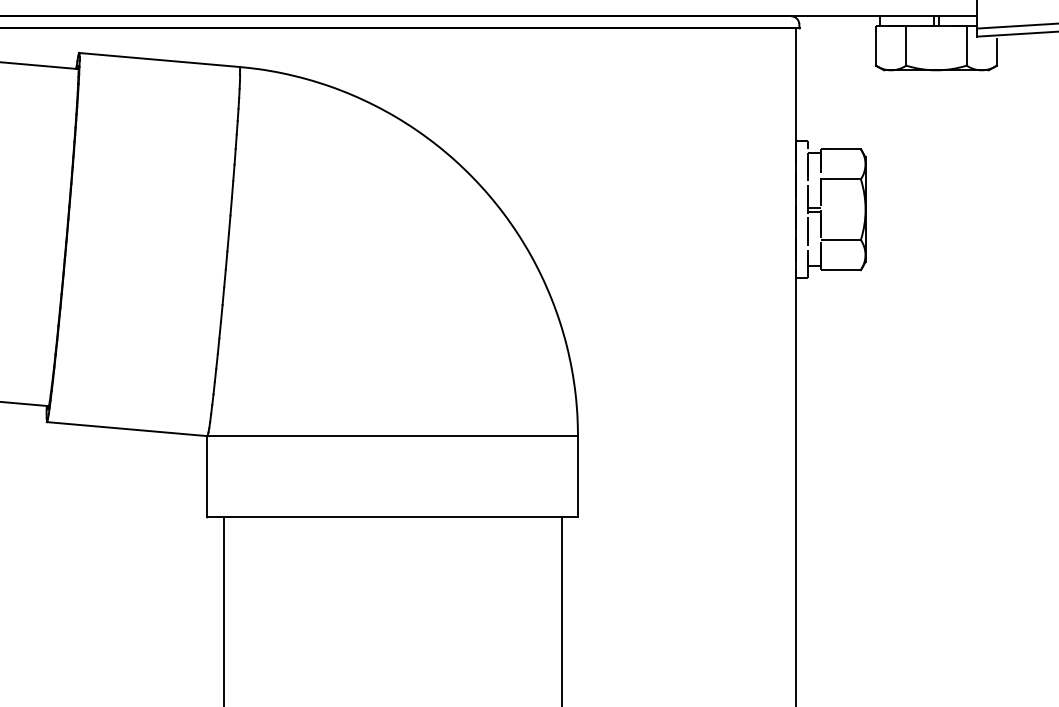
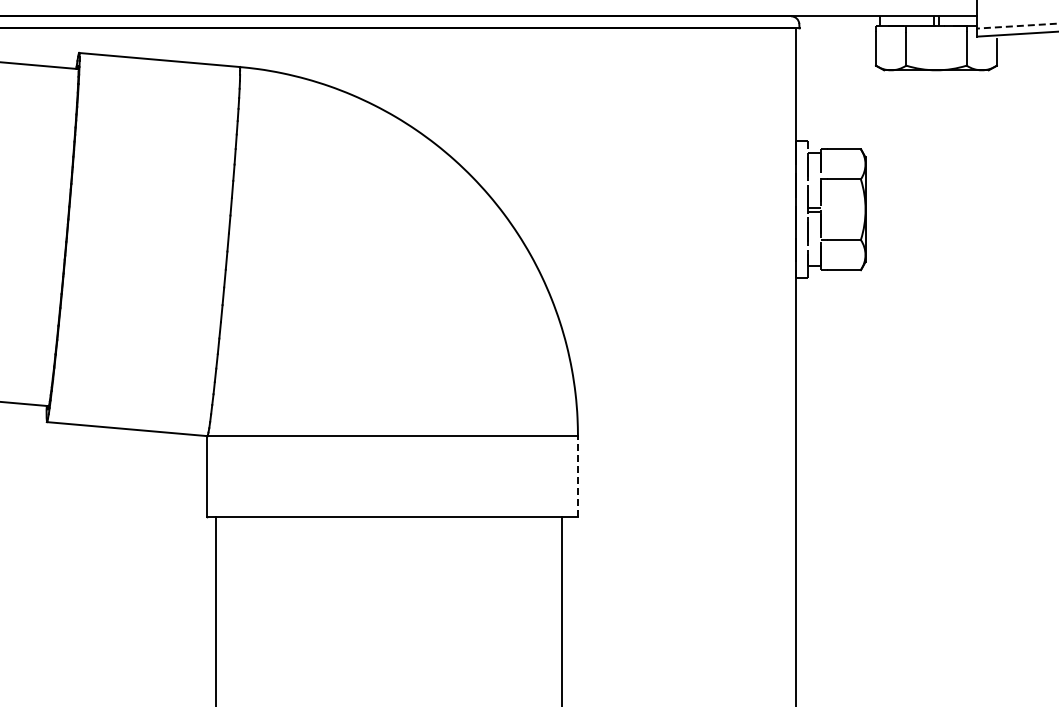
line at (1017, 26): solid -> dashed
line at (577, 475): solid -> dashed
line at (223, 609) position: (223, 609) -> (215, 609)
